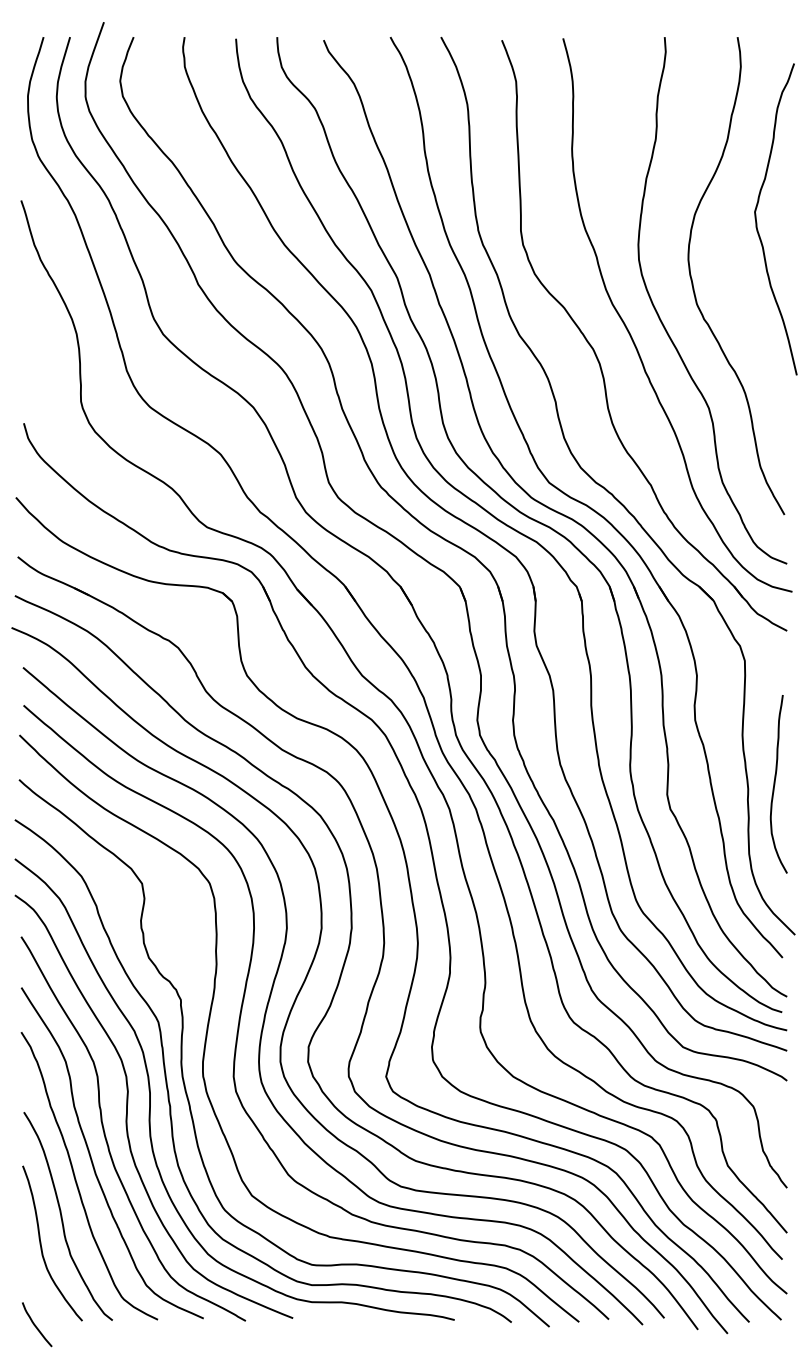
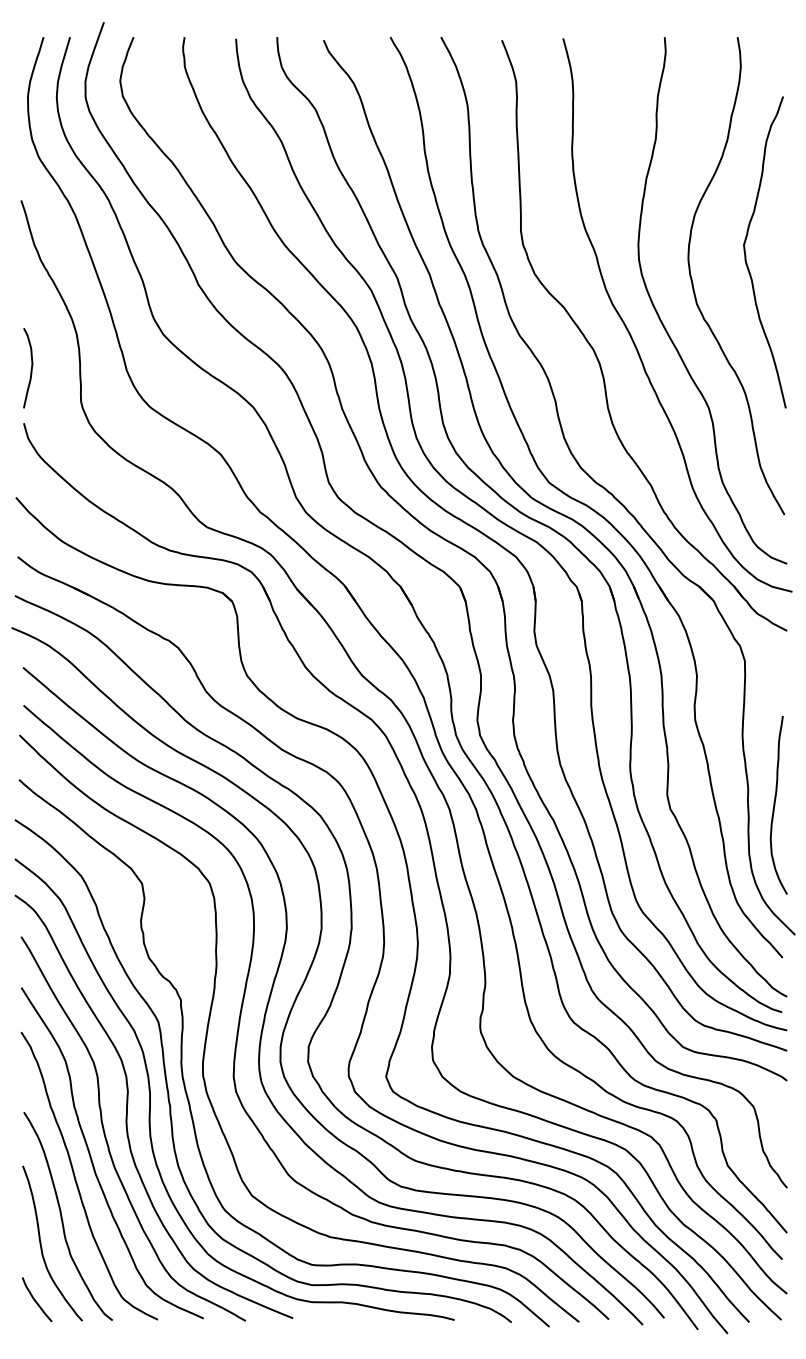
curve at (757, 222) position: (757, 222) -> (746, 255)
curve at (30, 369): none -> present
curve at (775, 784) position: (775, 784) -> (775, 805)
curve at (36, 1325) position: (36, 1325) -> (36, 1300)
